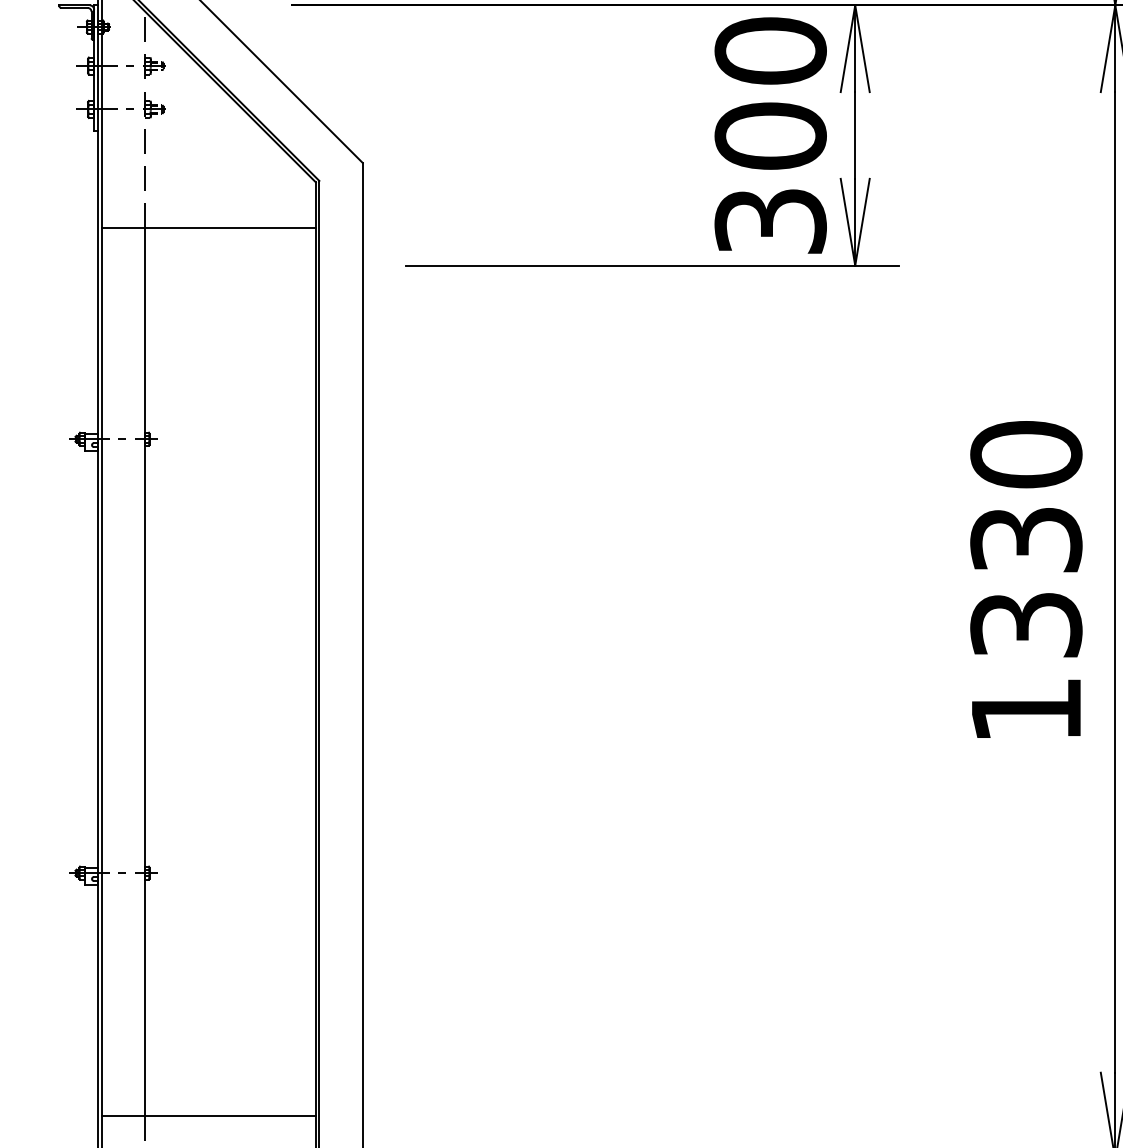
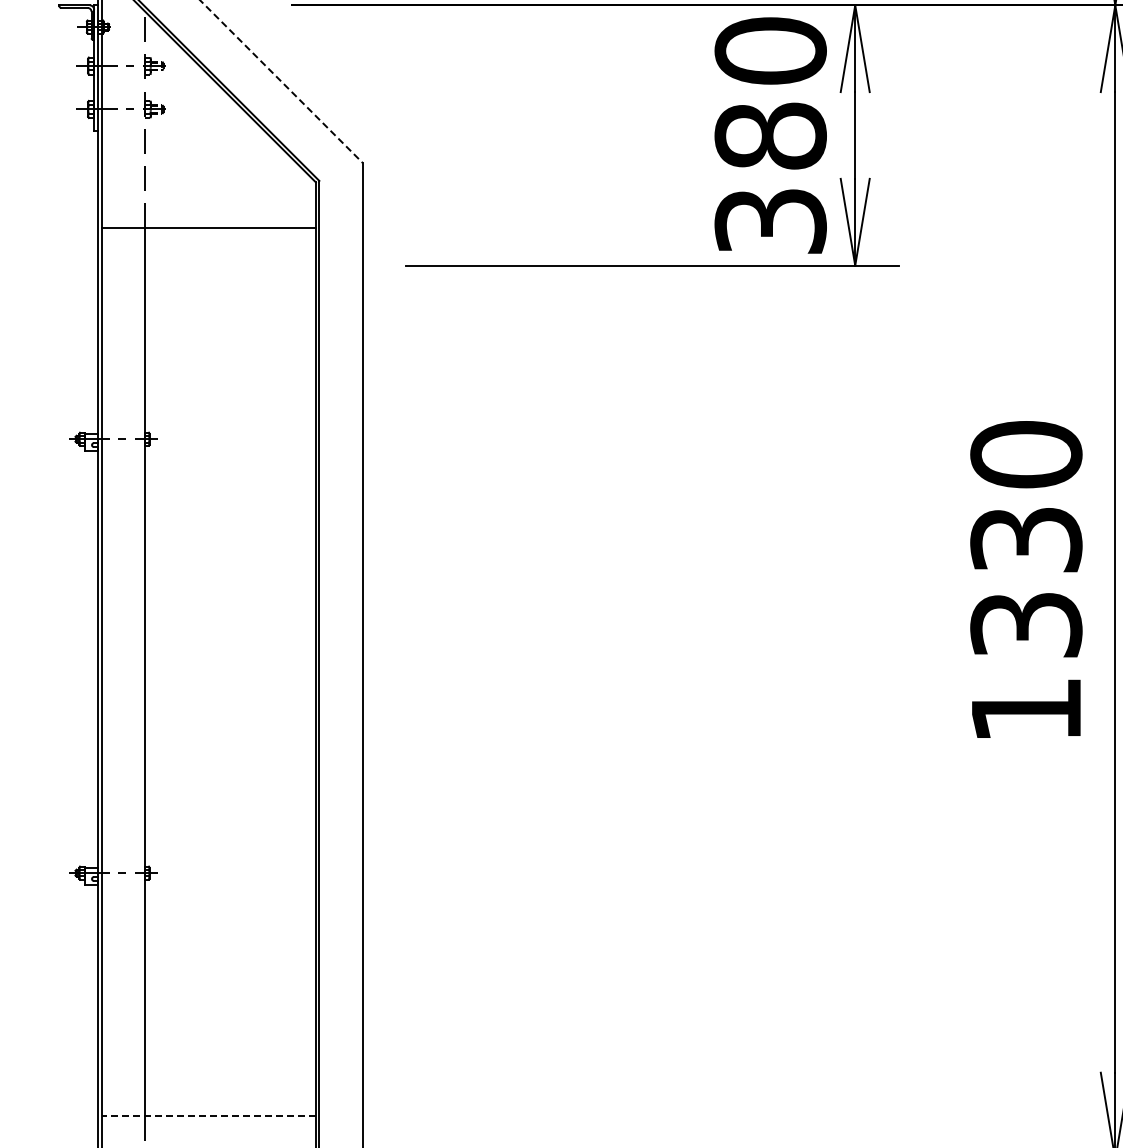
line at (281, 81): solid -> dashed
text at (770, 135): 300 -> 380
line at (208, 1116): solid -> dashed
